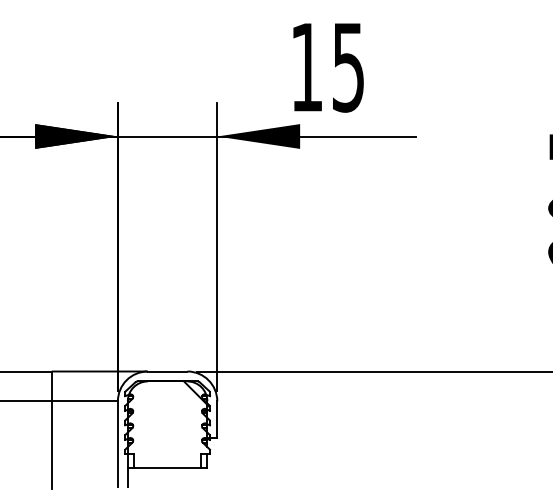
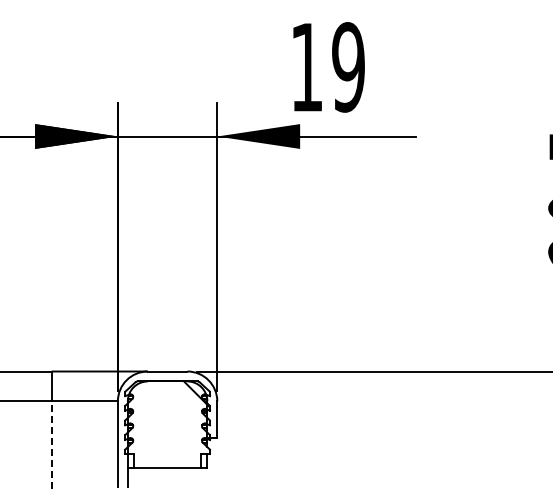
text at (348, 67): 15 -> 19
line at (51, 444): solid -> dashed
